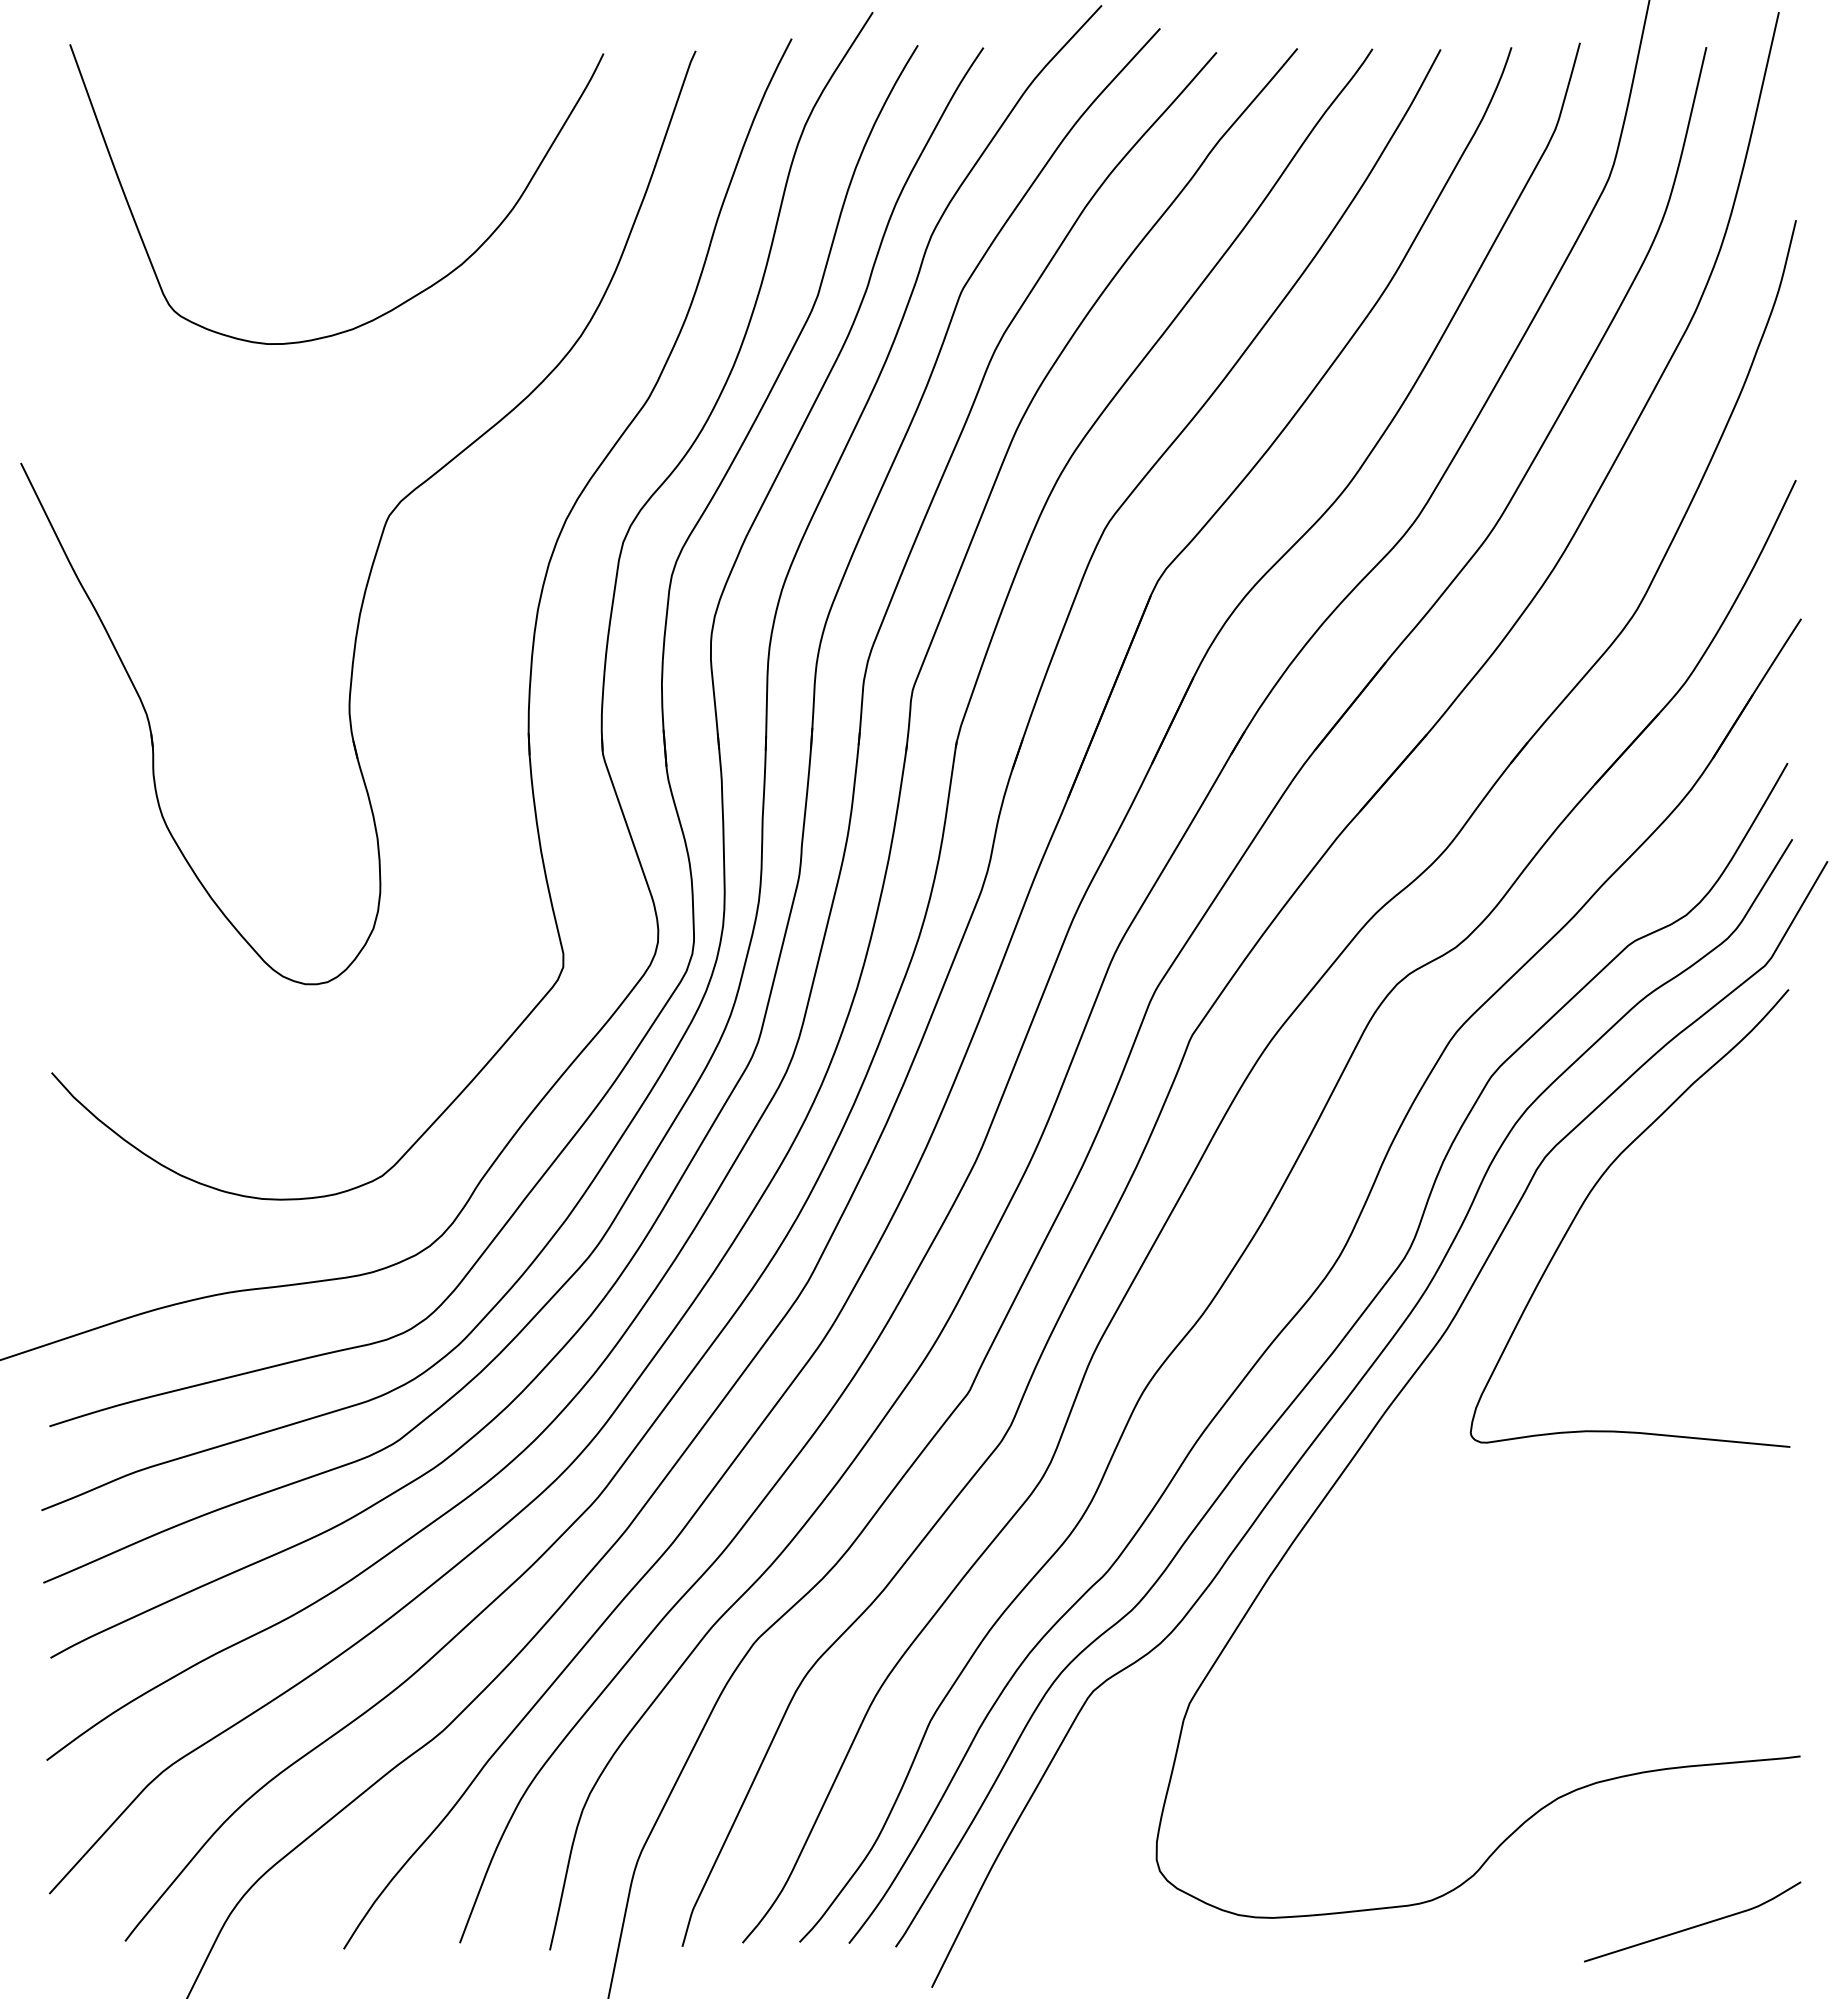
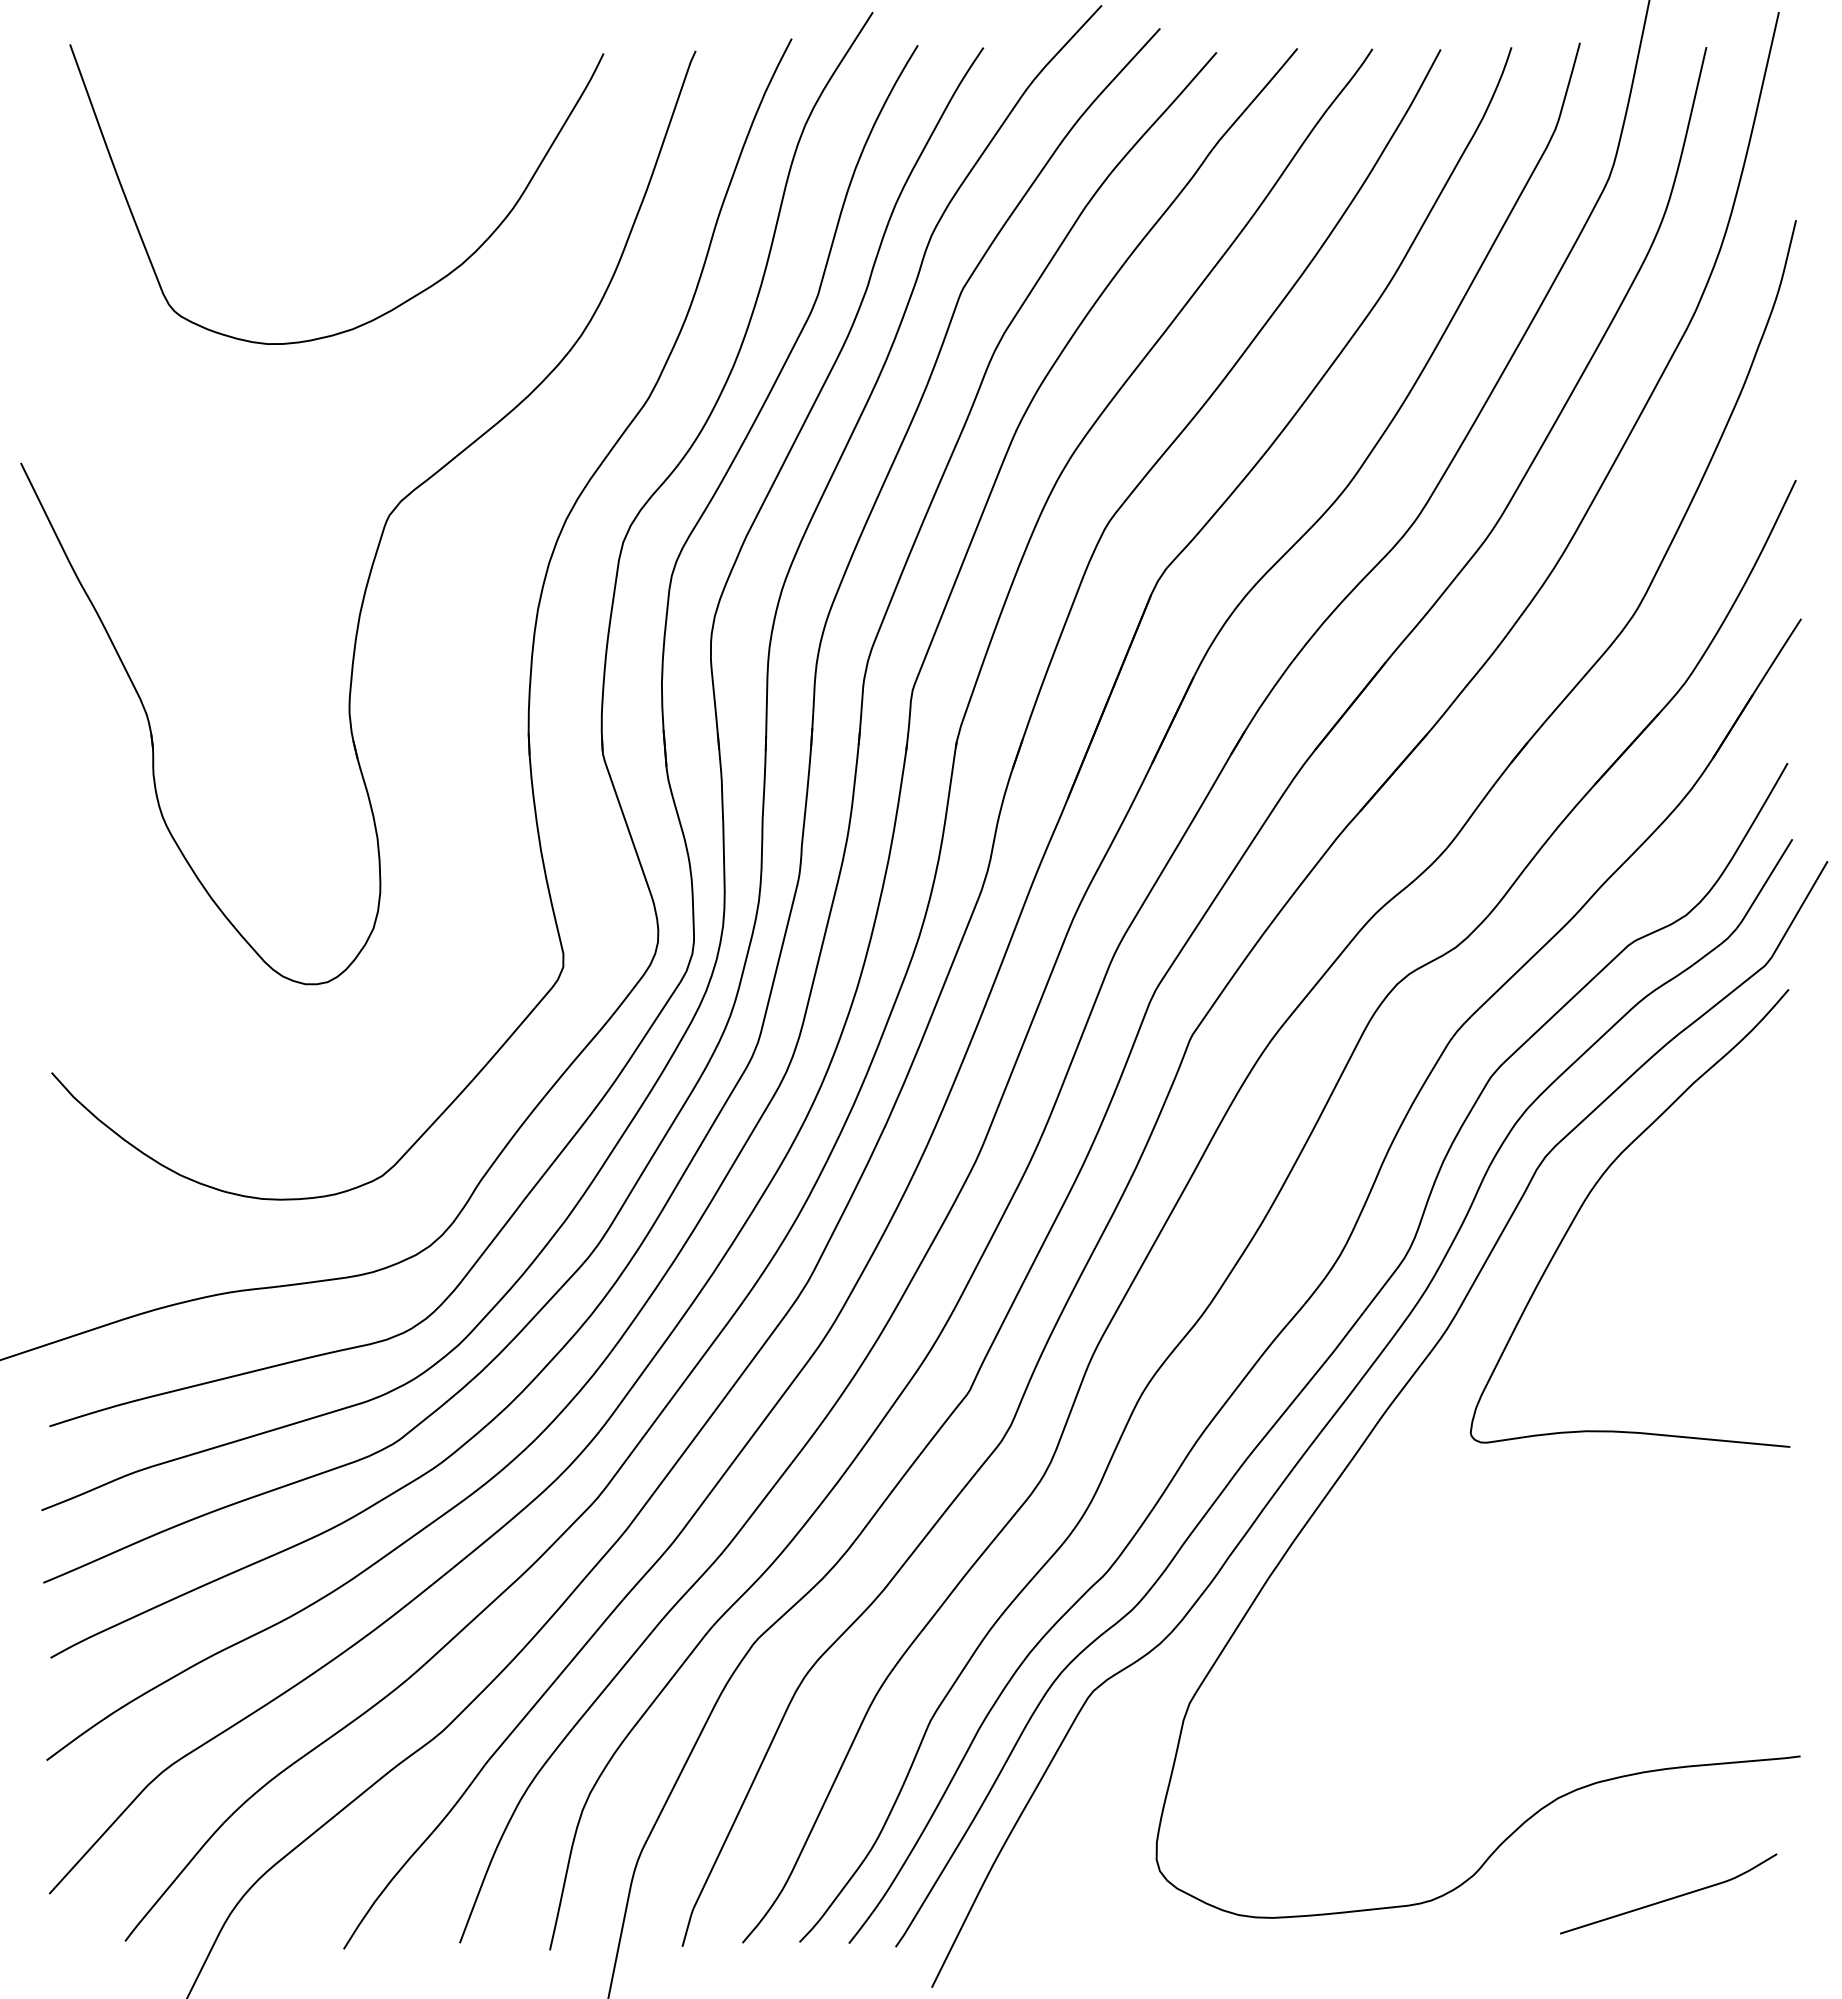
curve at (1695, 1925) position: (1695, 1925) -> (1671, 1897)
